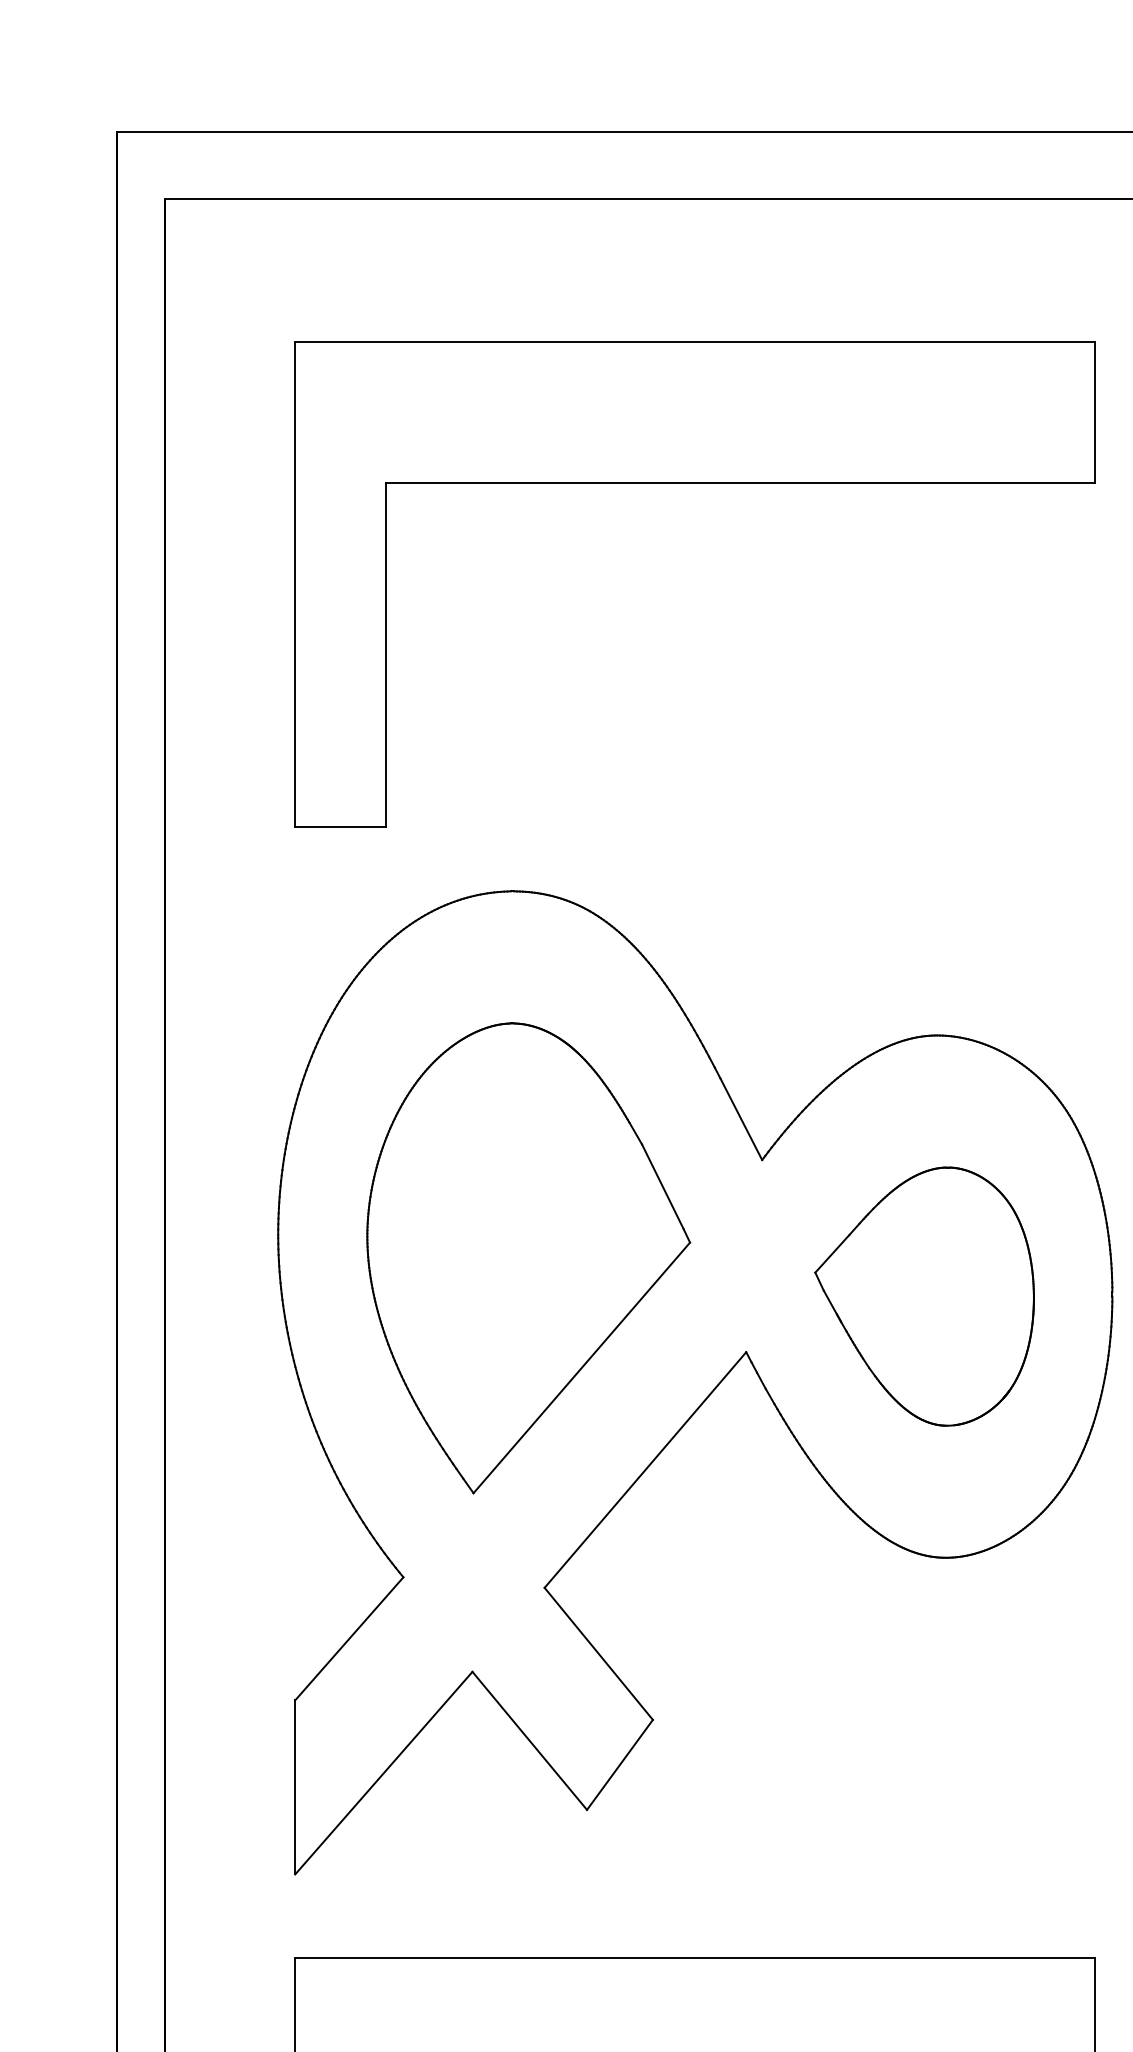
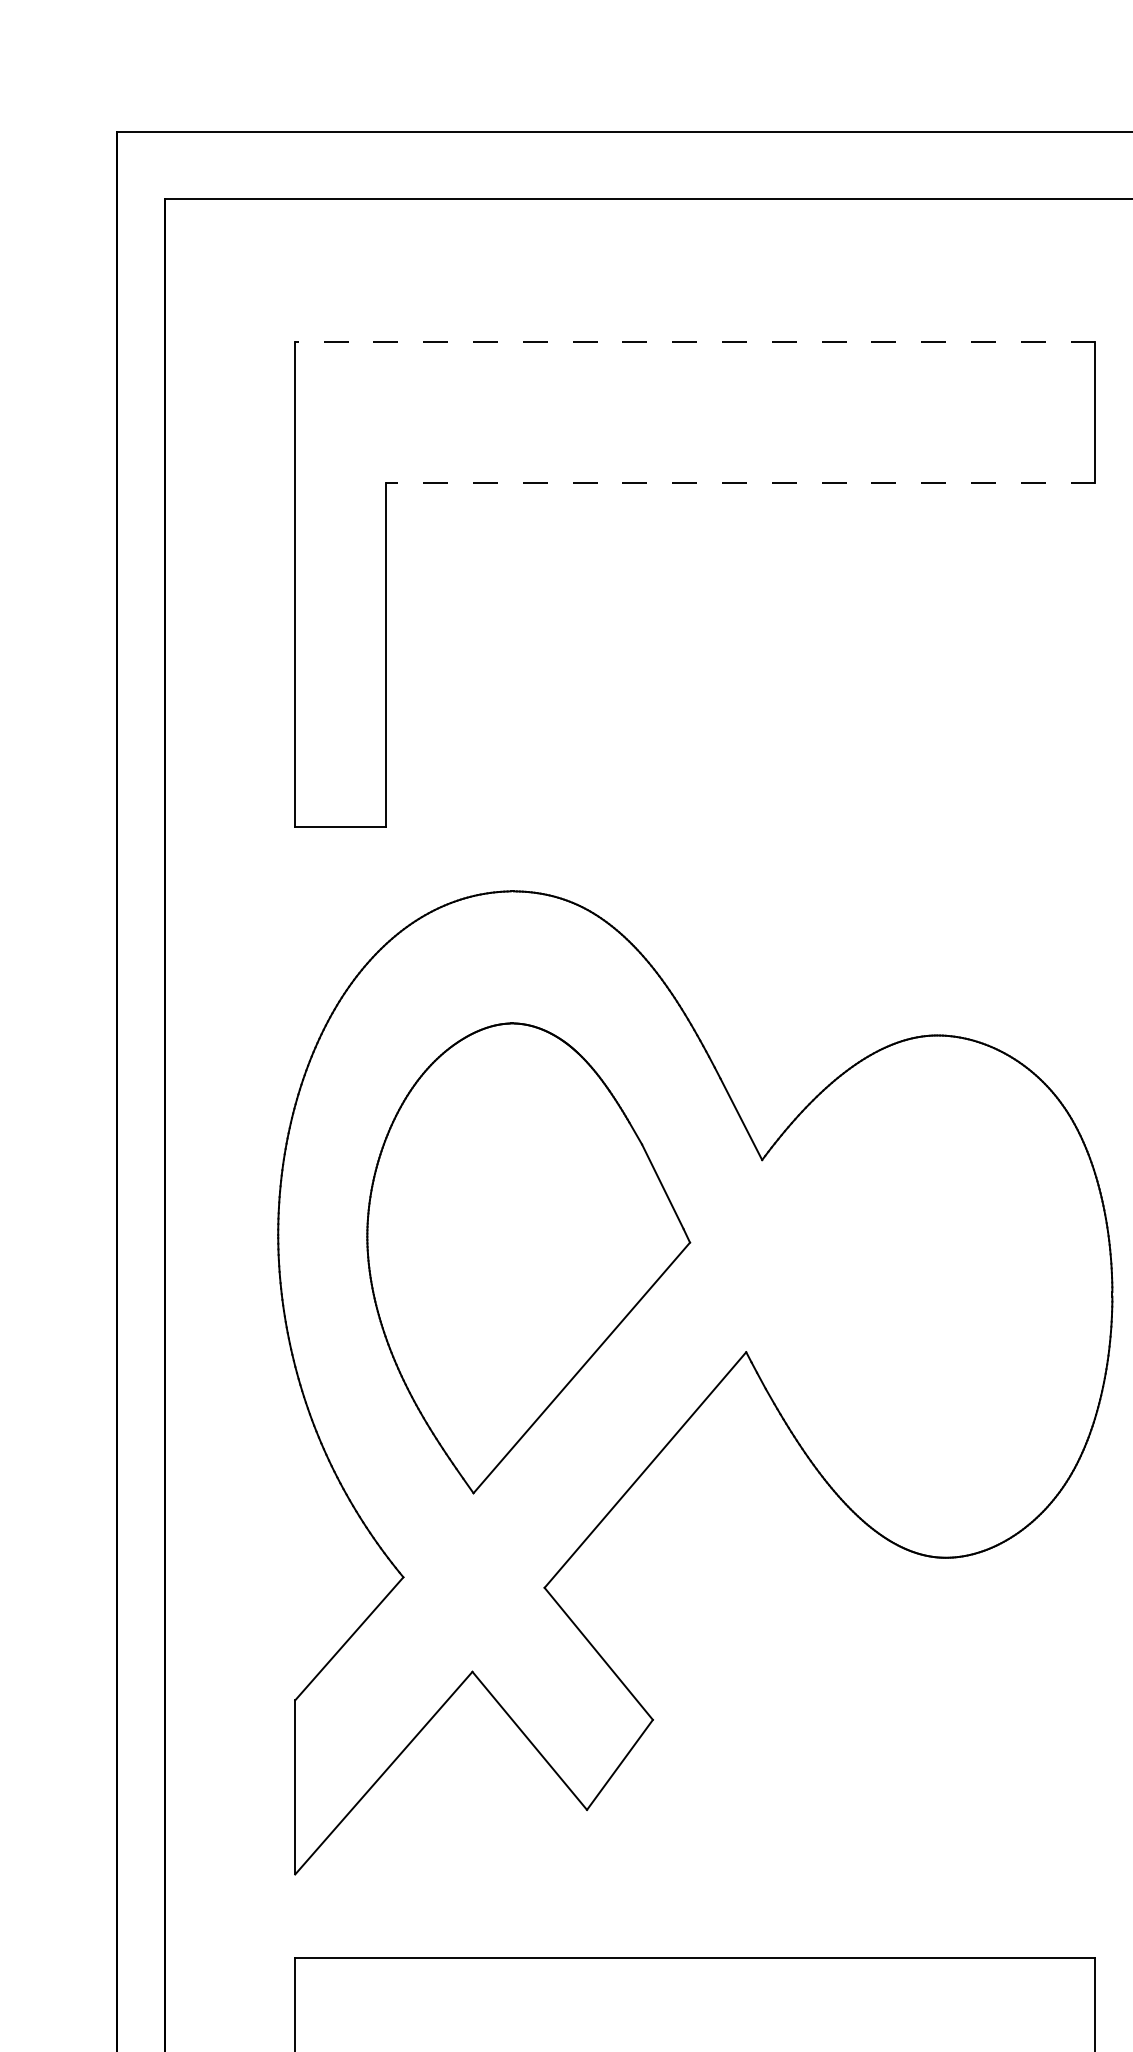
line at (694, 342): solid -> dashed
line at (740, 483): solid -> dashed
part at (924, 1296): present -> none
